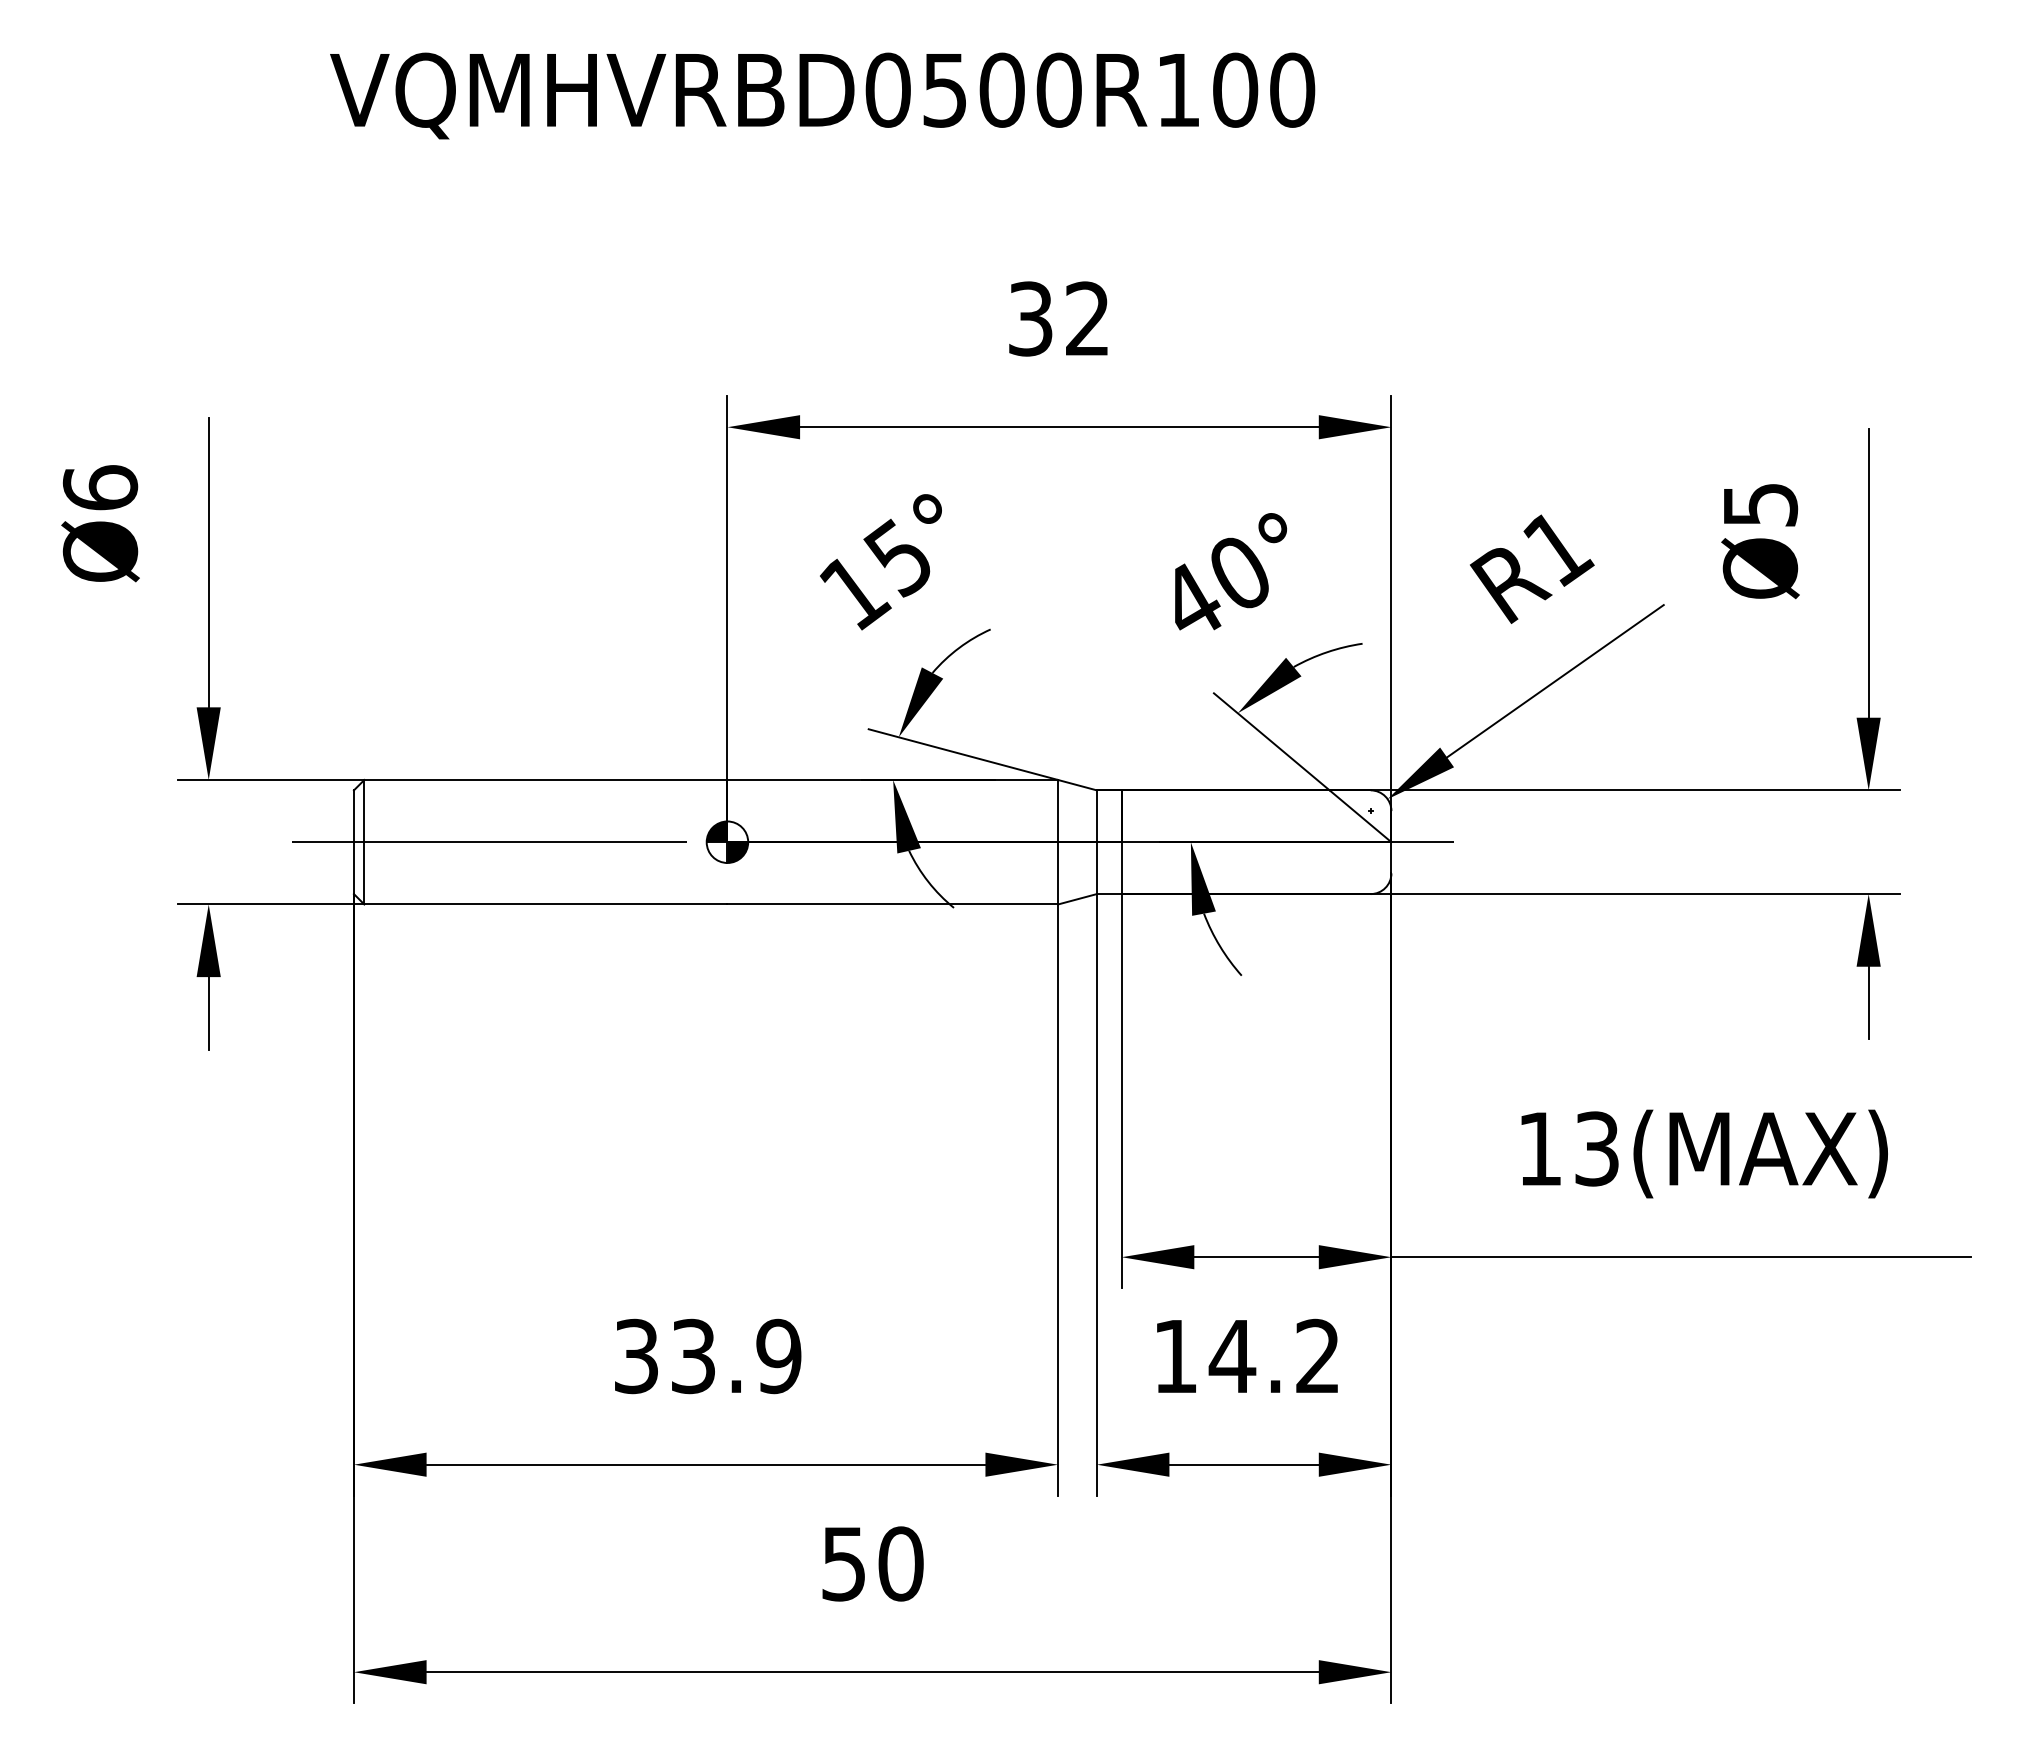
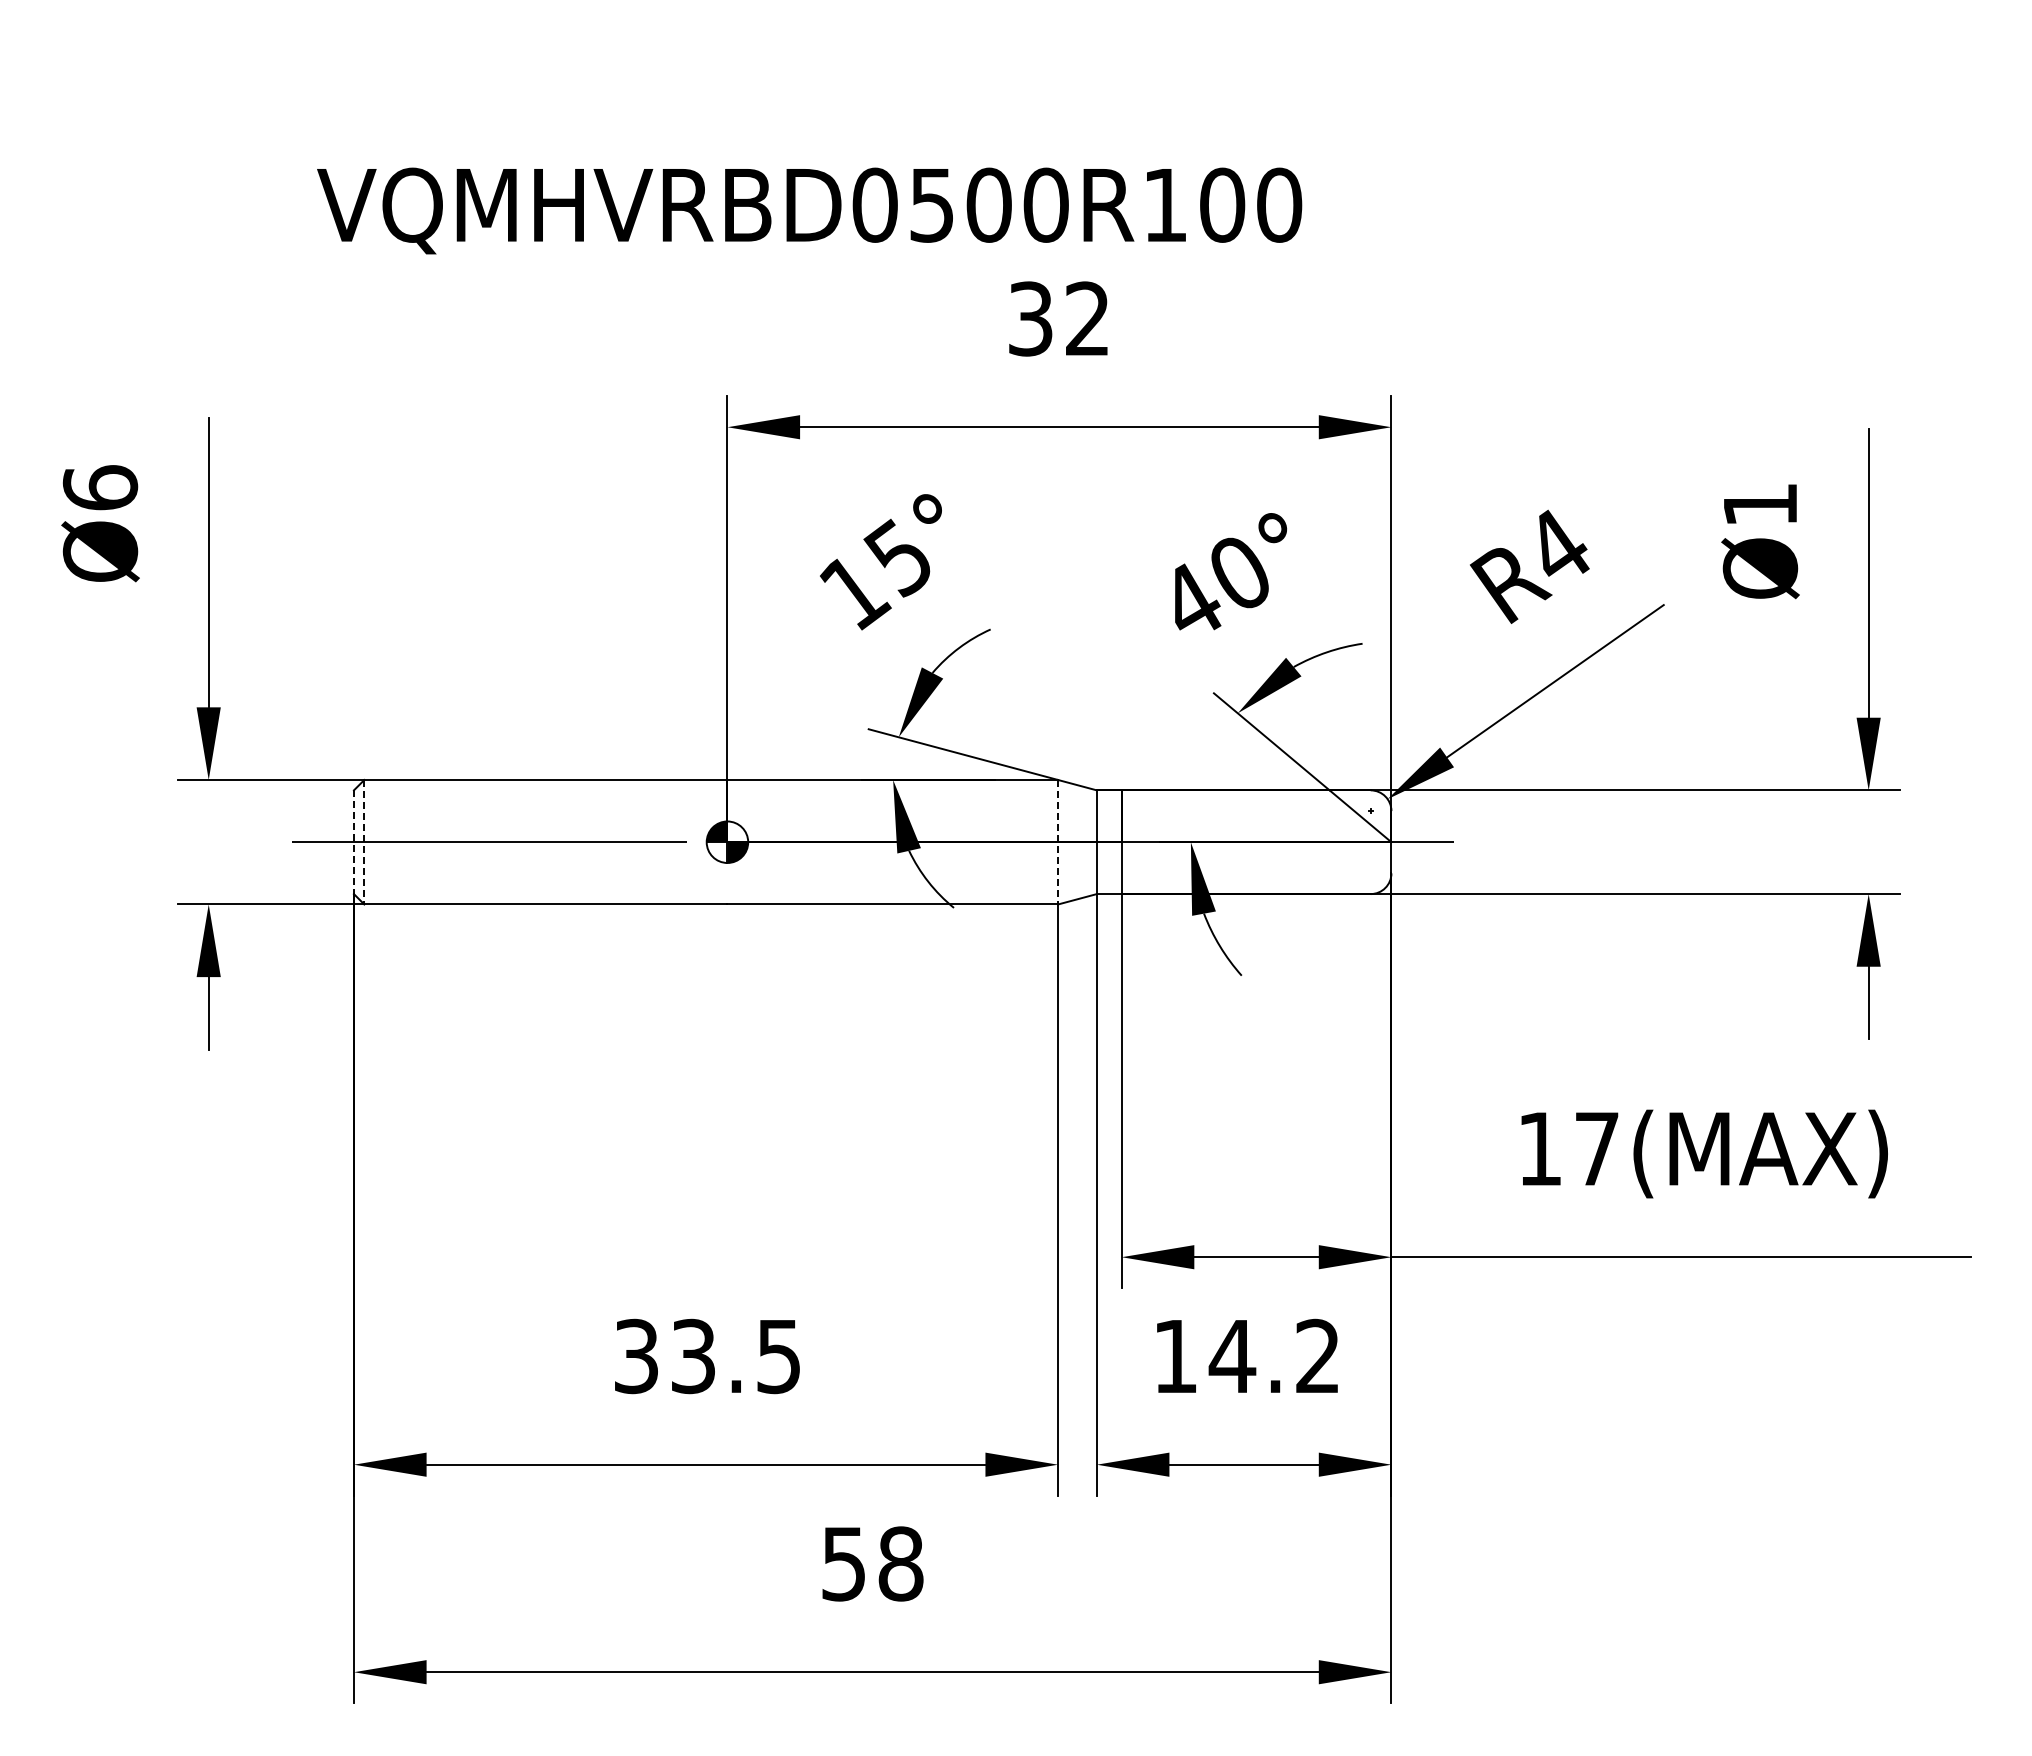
text at (822, 95) position: (822, 95) -> (809, 210)
text at (1761, 505): Ø5 -> Ø1
text at (1558, 547): R1 -> R4
line at (353, 842): solid -> dashed
line at (364, 842): solid -> dashed
line at (1058, 842): solid -> dashed
text at (1596, 1148): 13(MAX) -> 17(MAX)
text at (778, 1355): 33.9 -> 33.5
text at (900, 1563): 50 -> 58
